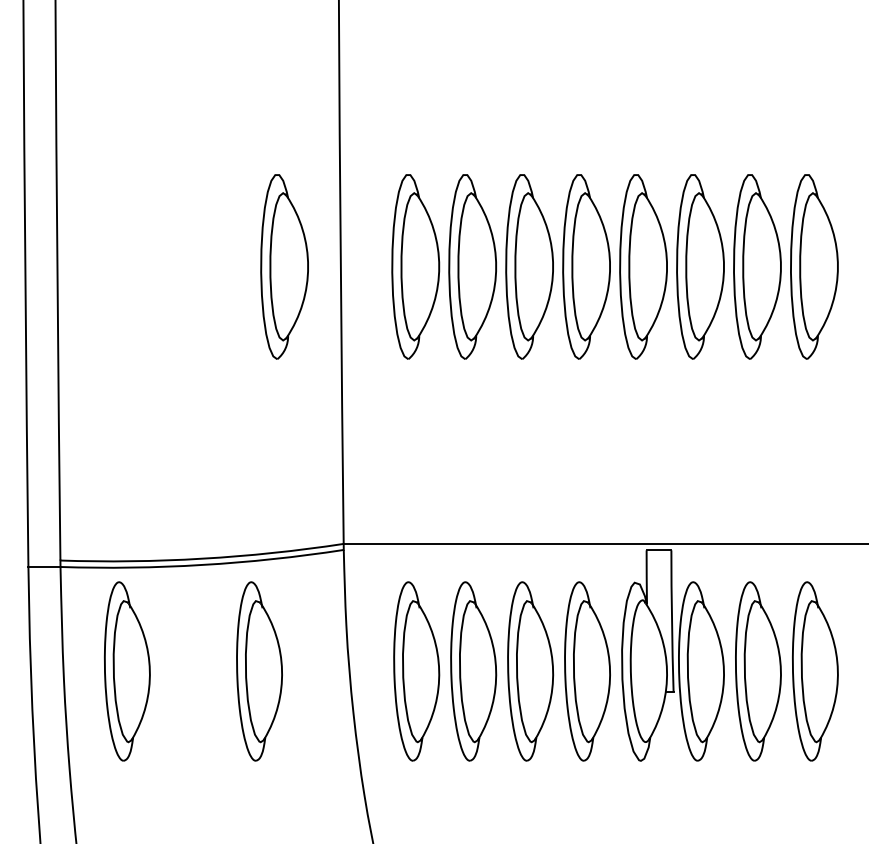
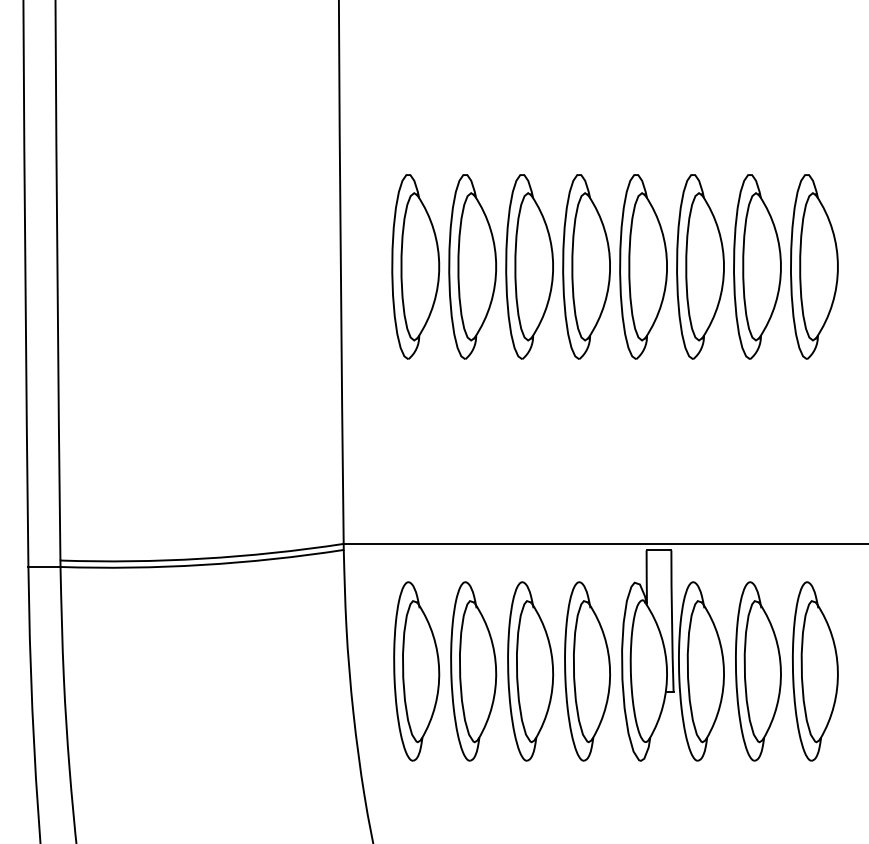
part at (284, 266): present -> none
part at (127, 671): present -> none
part at (259, 671): present -> none
